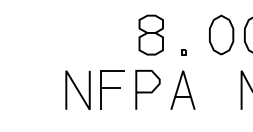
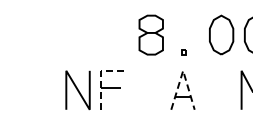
line at (183, 70): solid -> dashed
line at (101, 77): solid -> dashed
curve at (147, 91): present -> none
